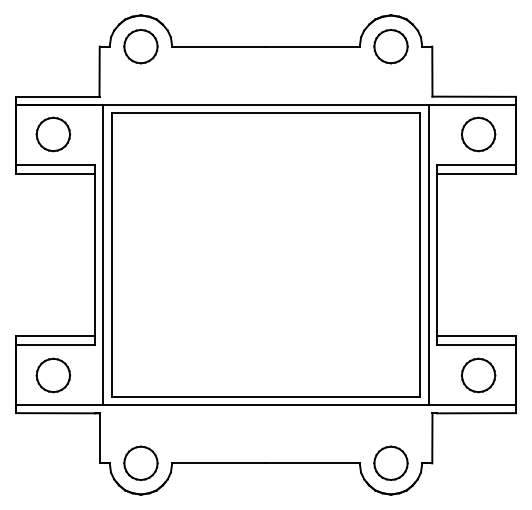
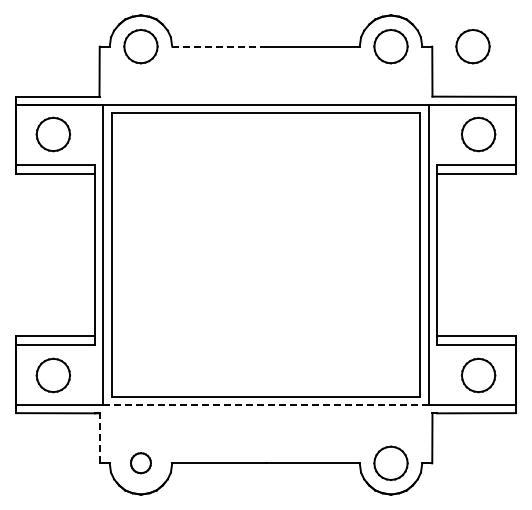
line at (219, 46): solid -> dashed
part at (472, 46): none -> present
line at (266, 405): solid -> dashed
line at (99, 437): solid -> dashed
part at (140, 462) size: 36x36 px -> 22x23 px
